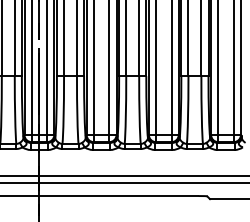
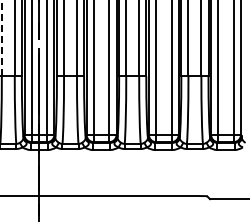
line at (1, 38): solid -> dashed
line at (124, 175): present -> none
line at (124, 182): present -> none
